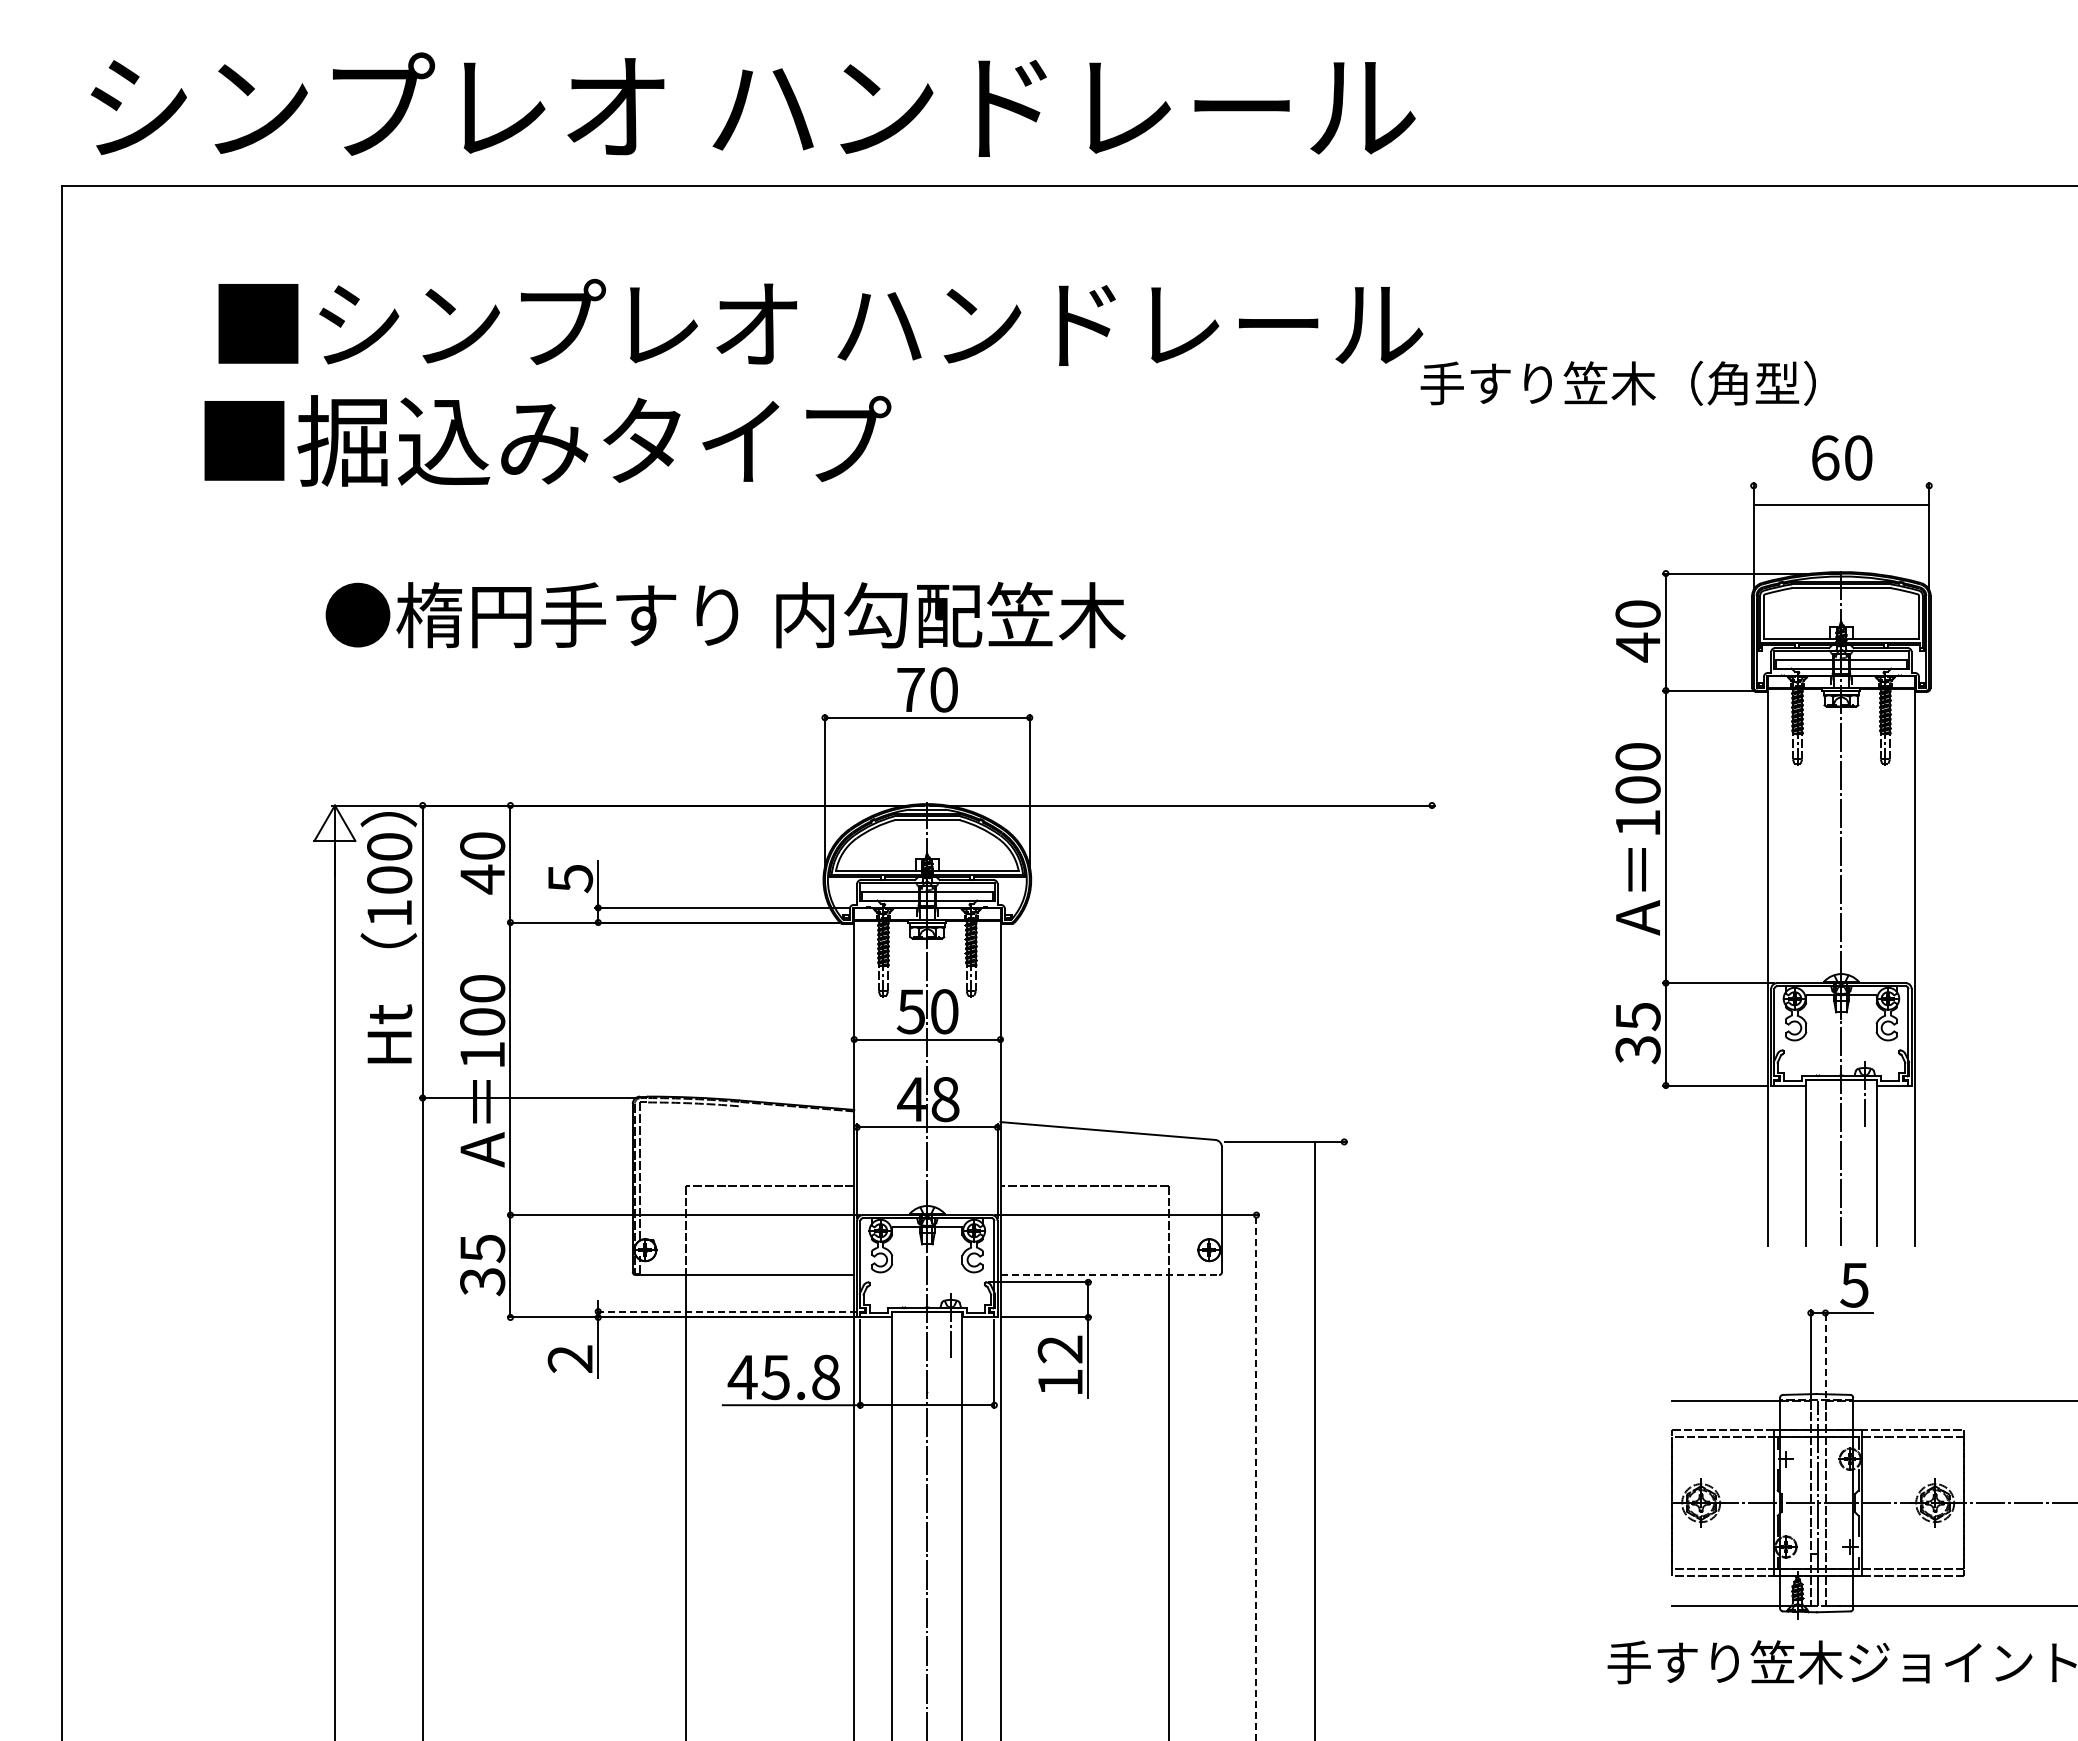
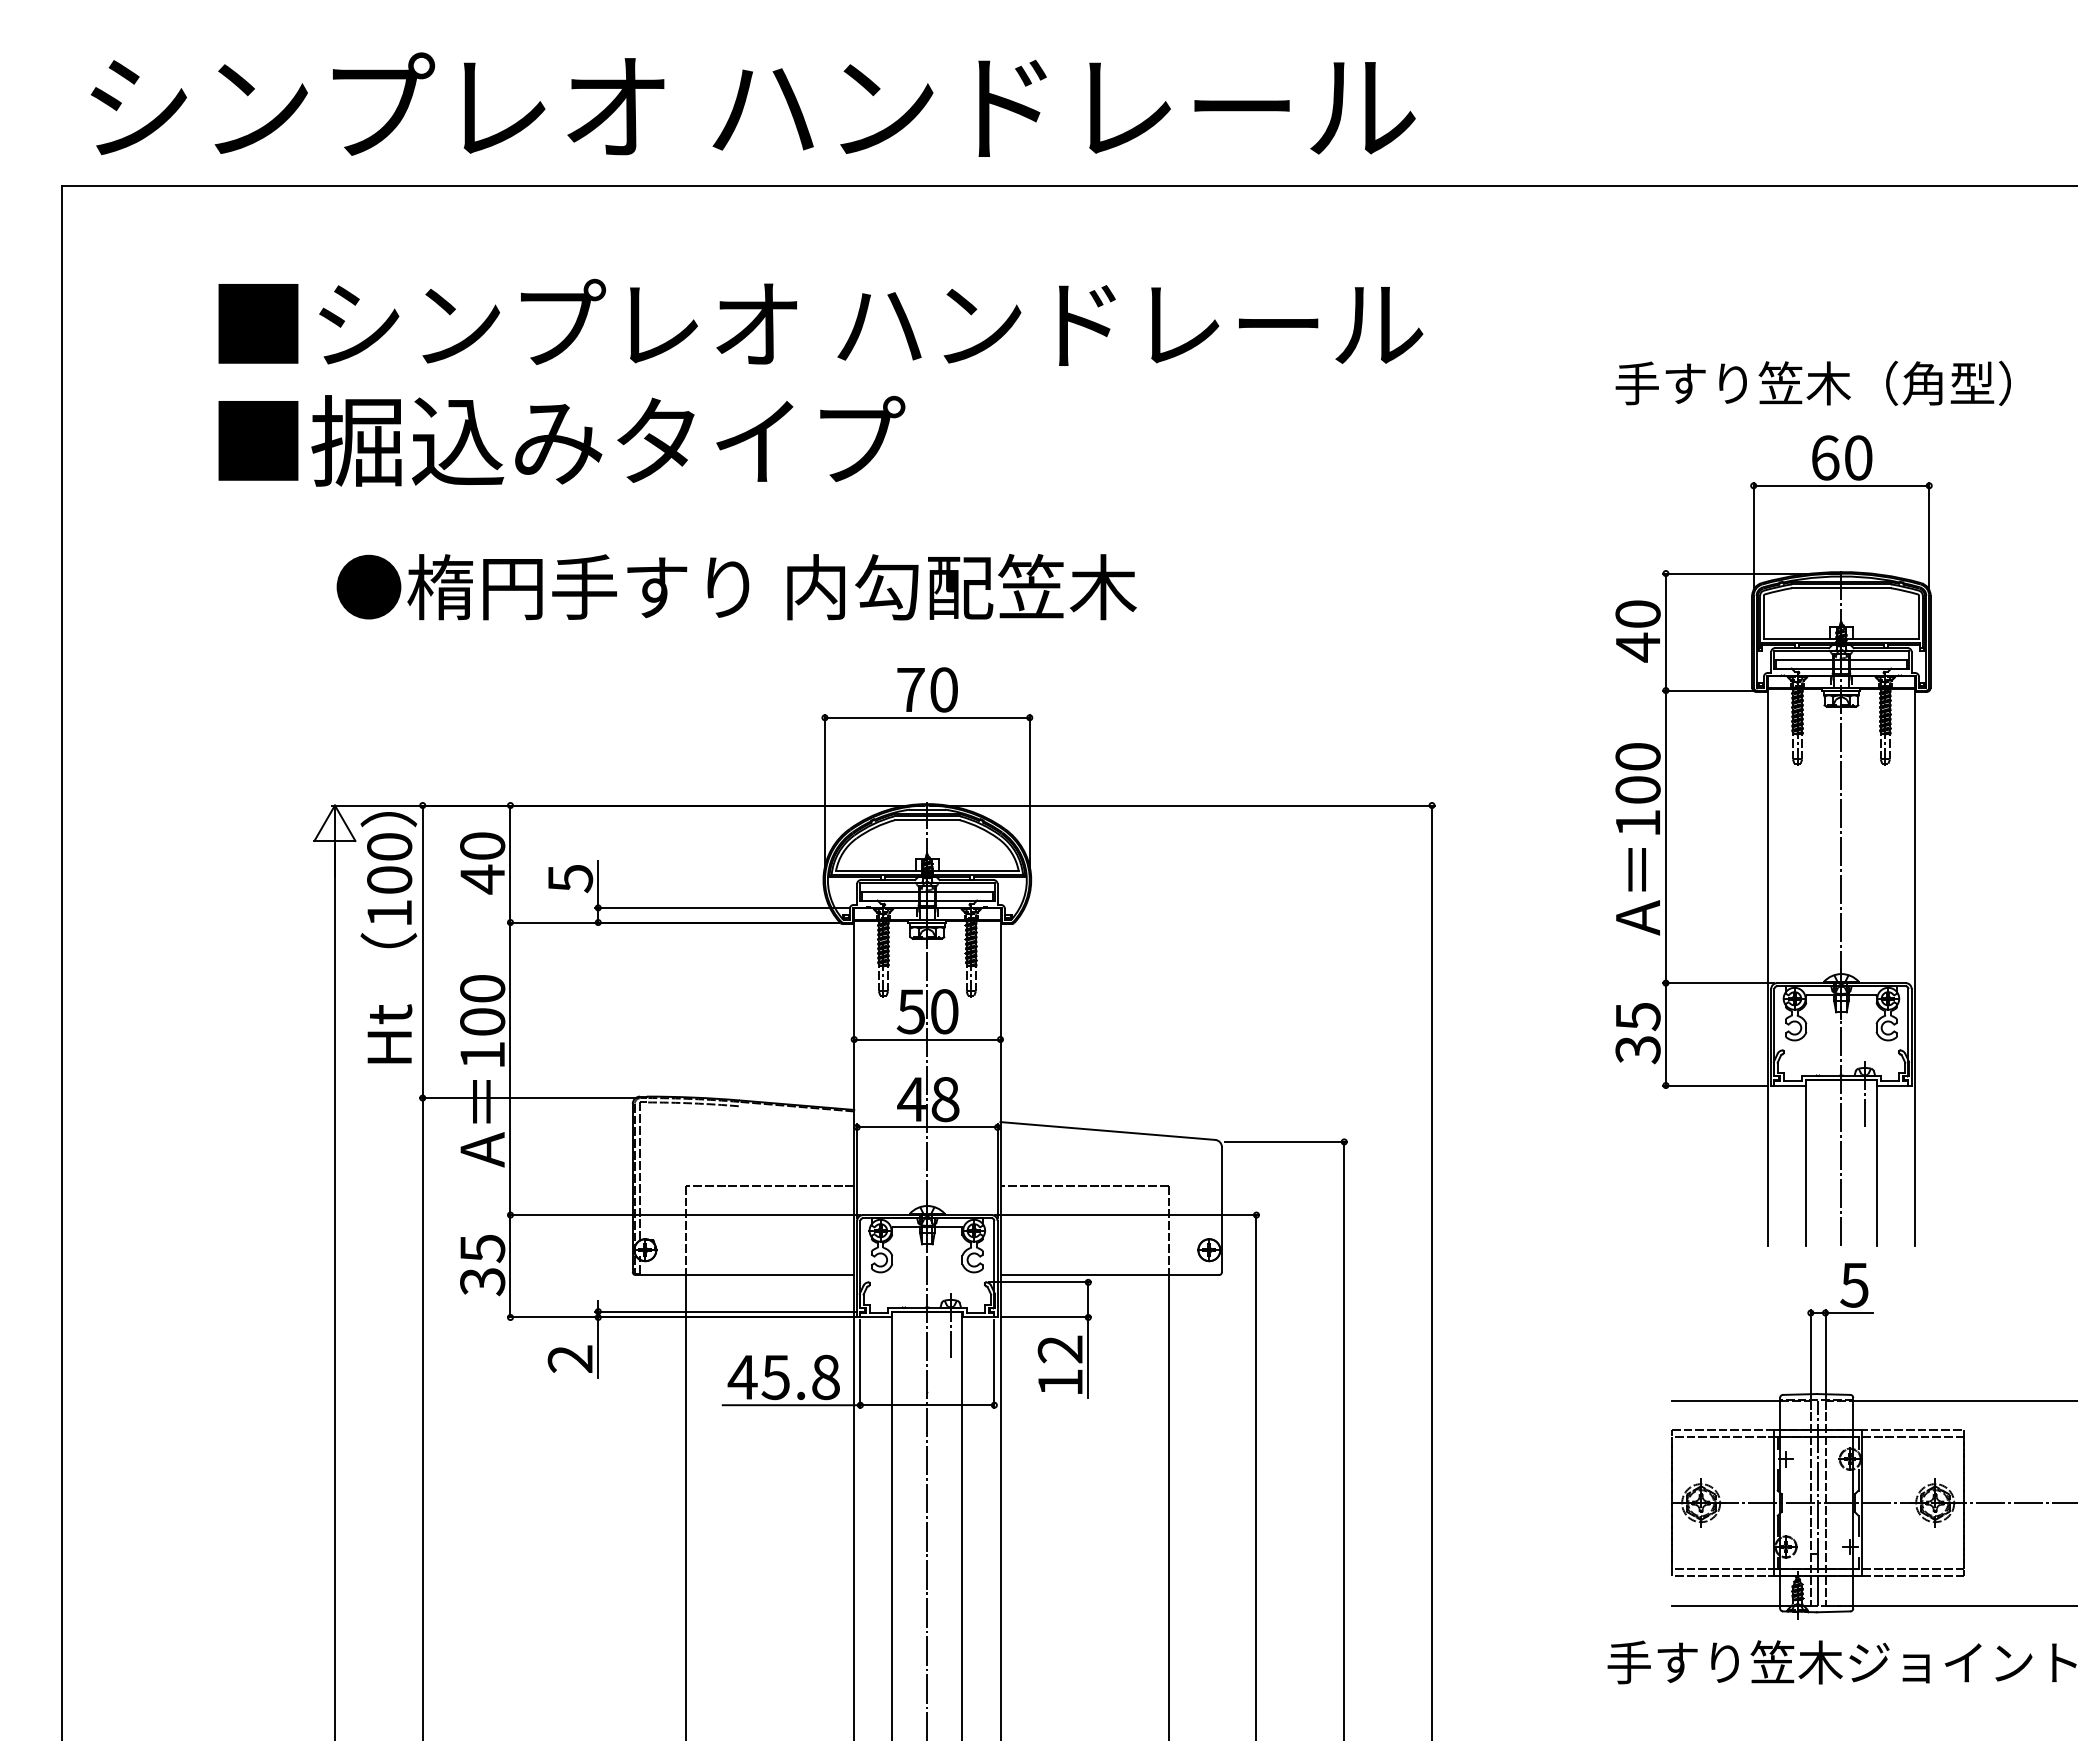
text at (1617, 382) position: (1617, 382) -> (1812, 382)
text at (547, 440) position: (547, 440) -> (561, 440)
line at (1841, 504) position: (1841, 504) -> (1841, 485)
text at (725, 615) position: (725, 615) -> (736, 587)
line at (1432, 1271): none -> present
line at (1110, 1275): dashed -> solid
line at (725, 1311): dashed -> solid
line at (1825, 1353): dashed -> solid
line at (1315, 1439) position: (1315, 1439) -> (1344, 1439)
line at (1256, 1478): dashed -> solid
